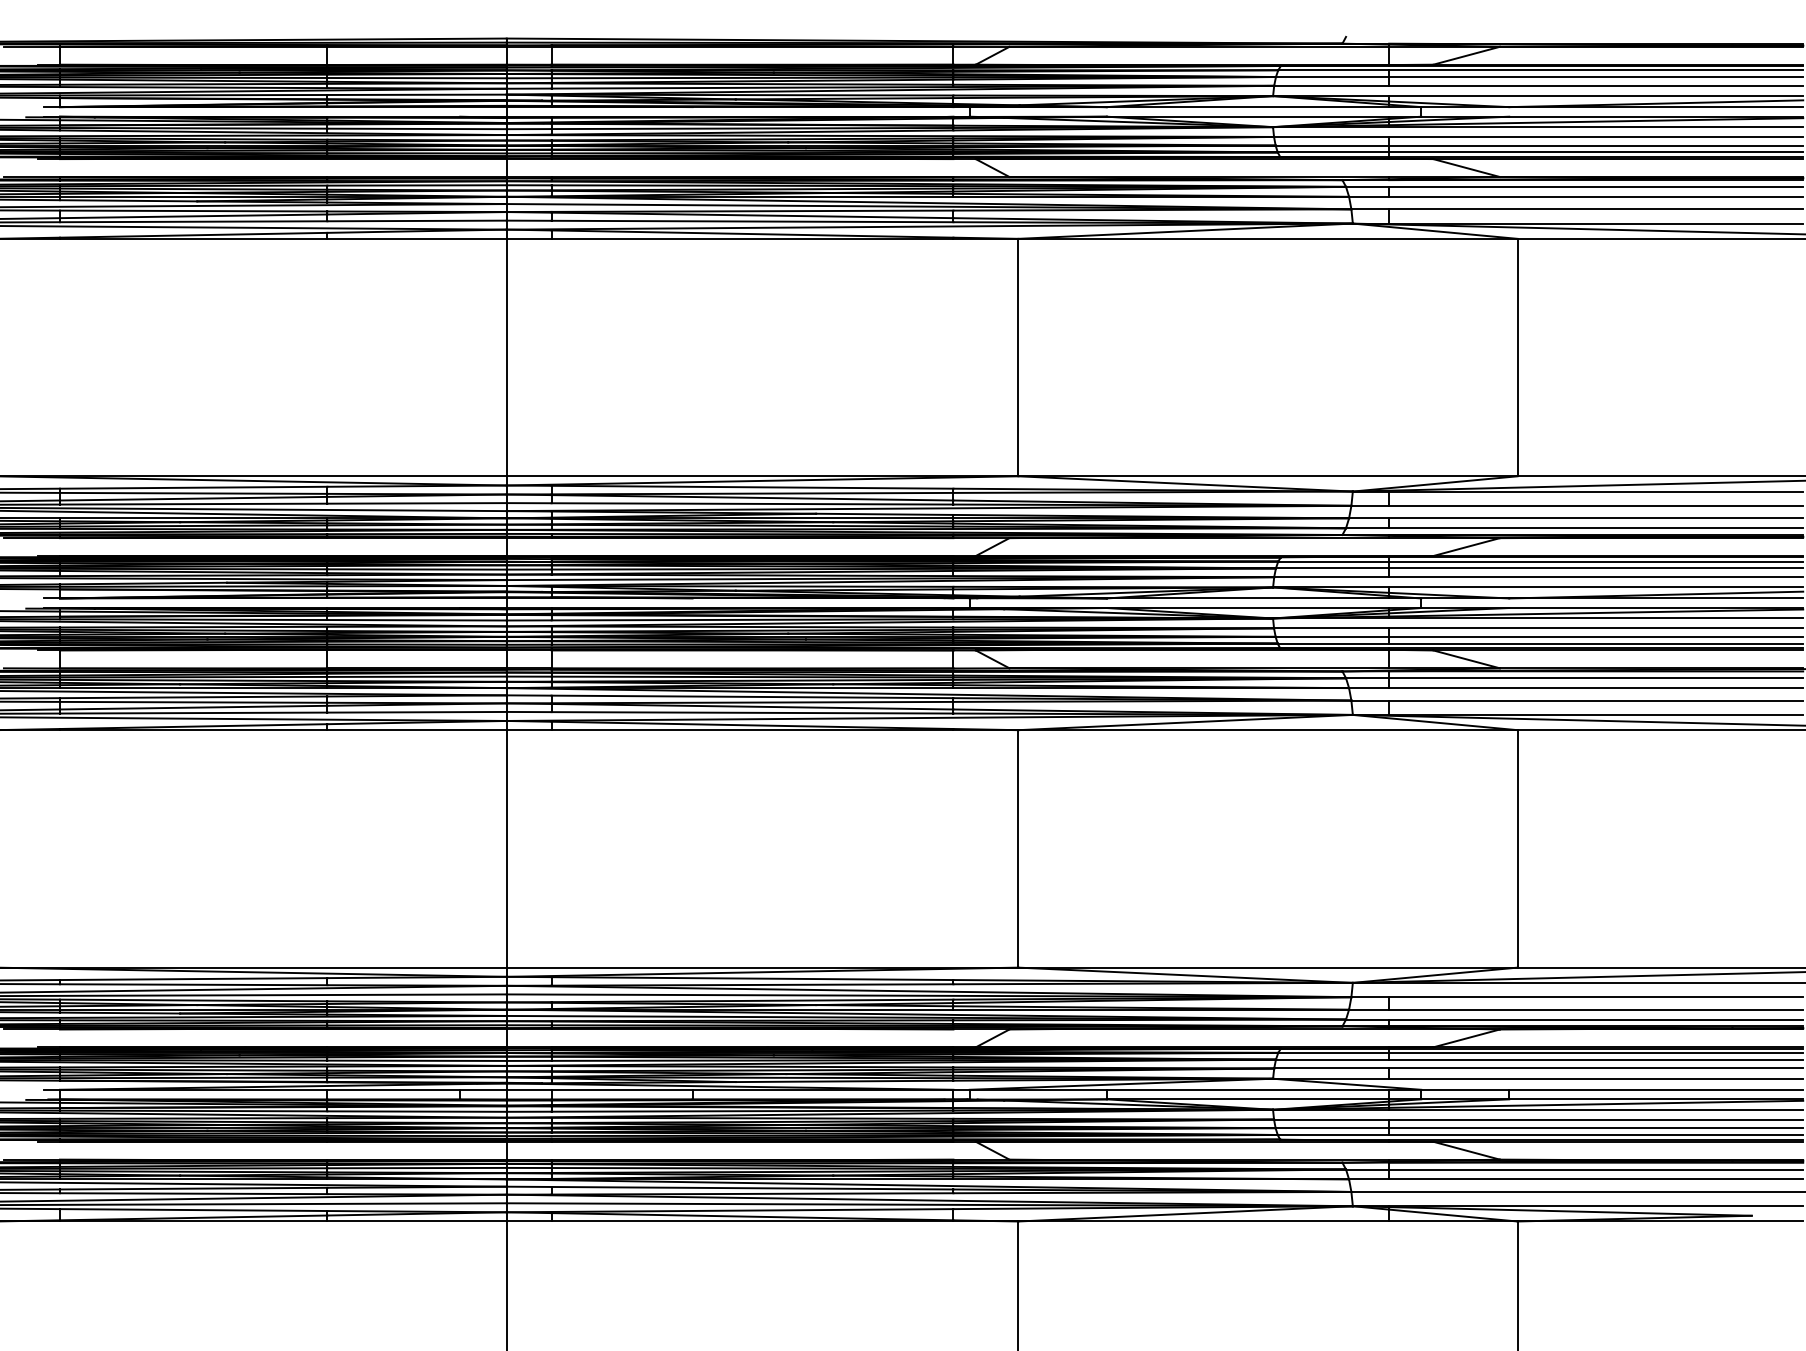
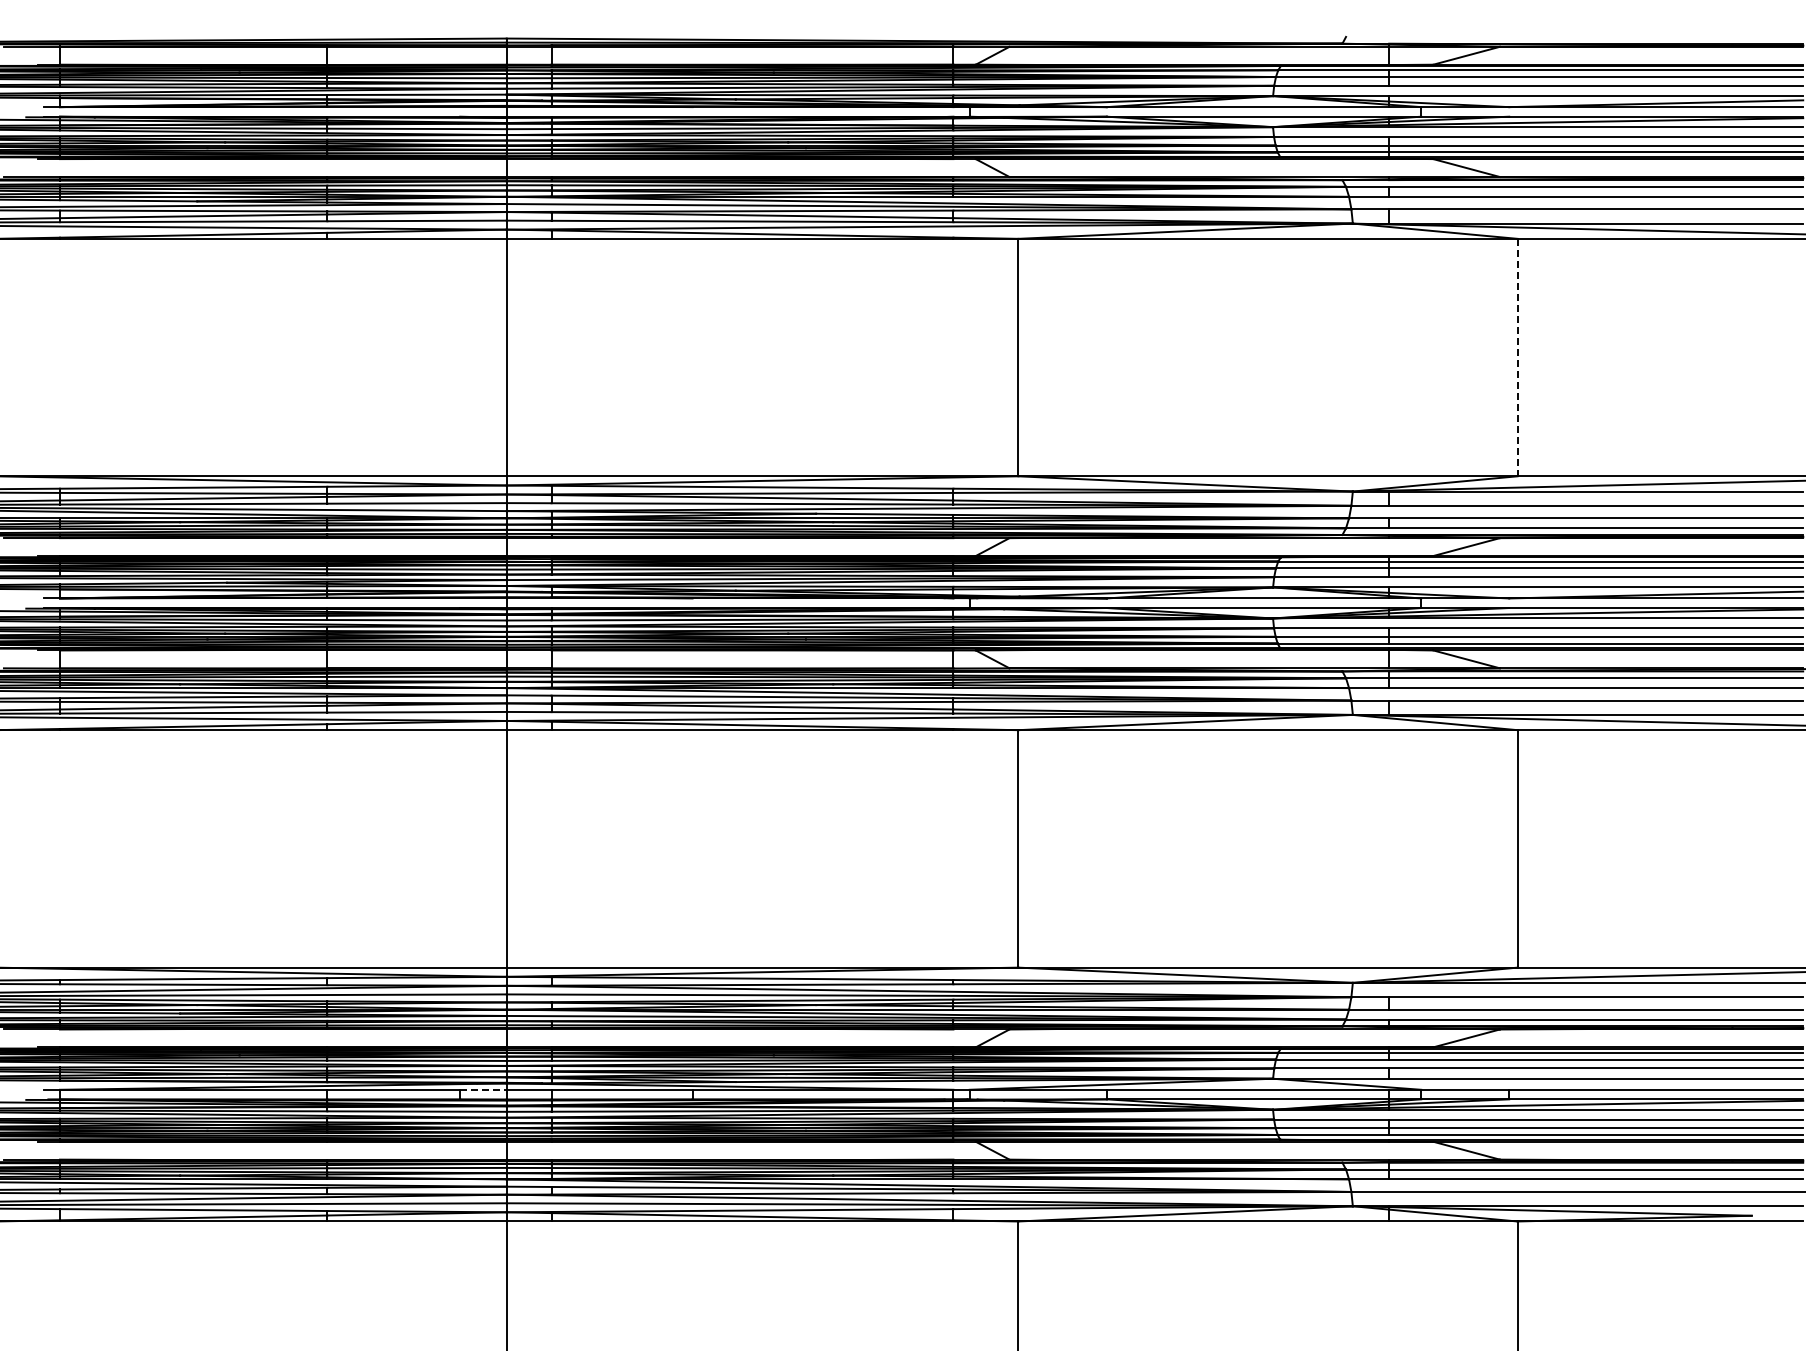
line at (1517, 357): solid -> dashed
line at (483, 1089): solid -> dashed
